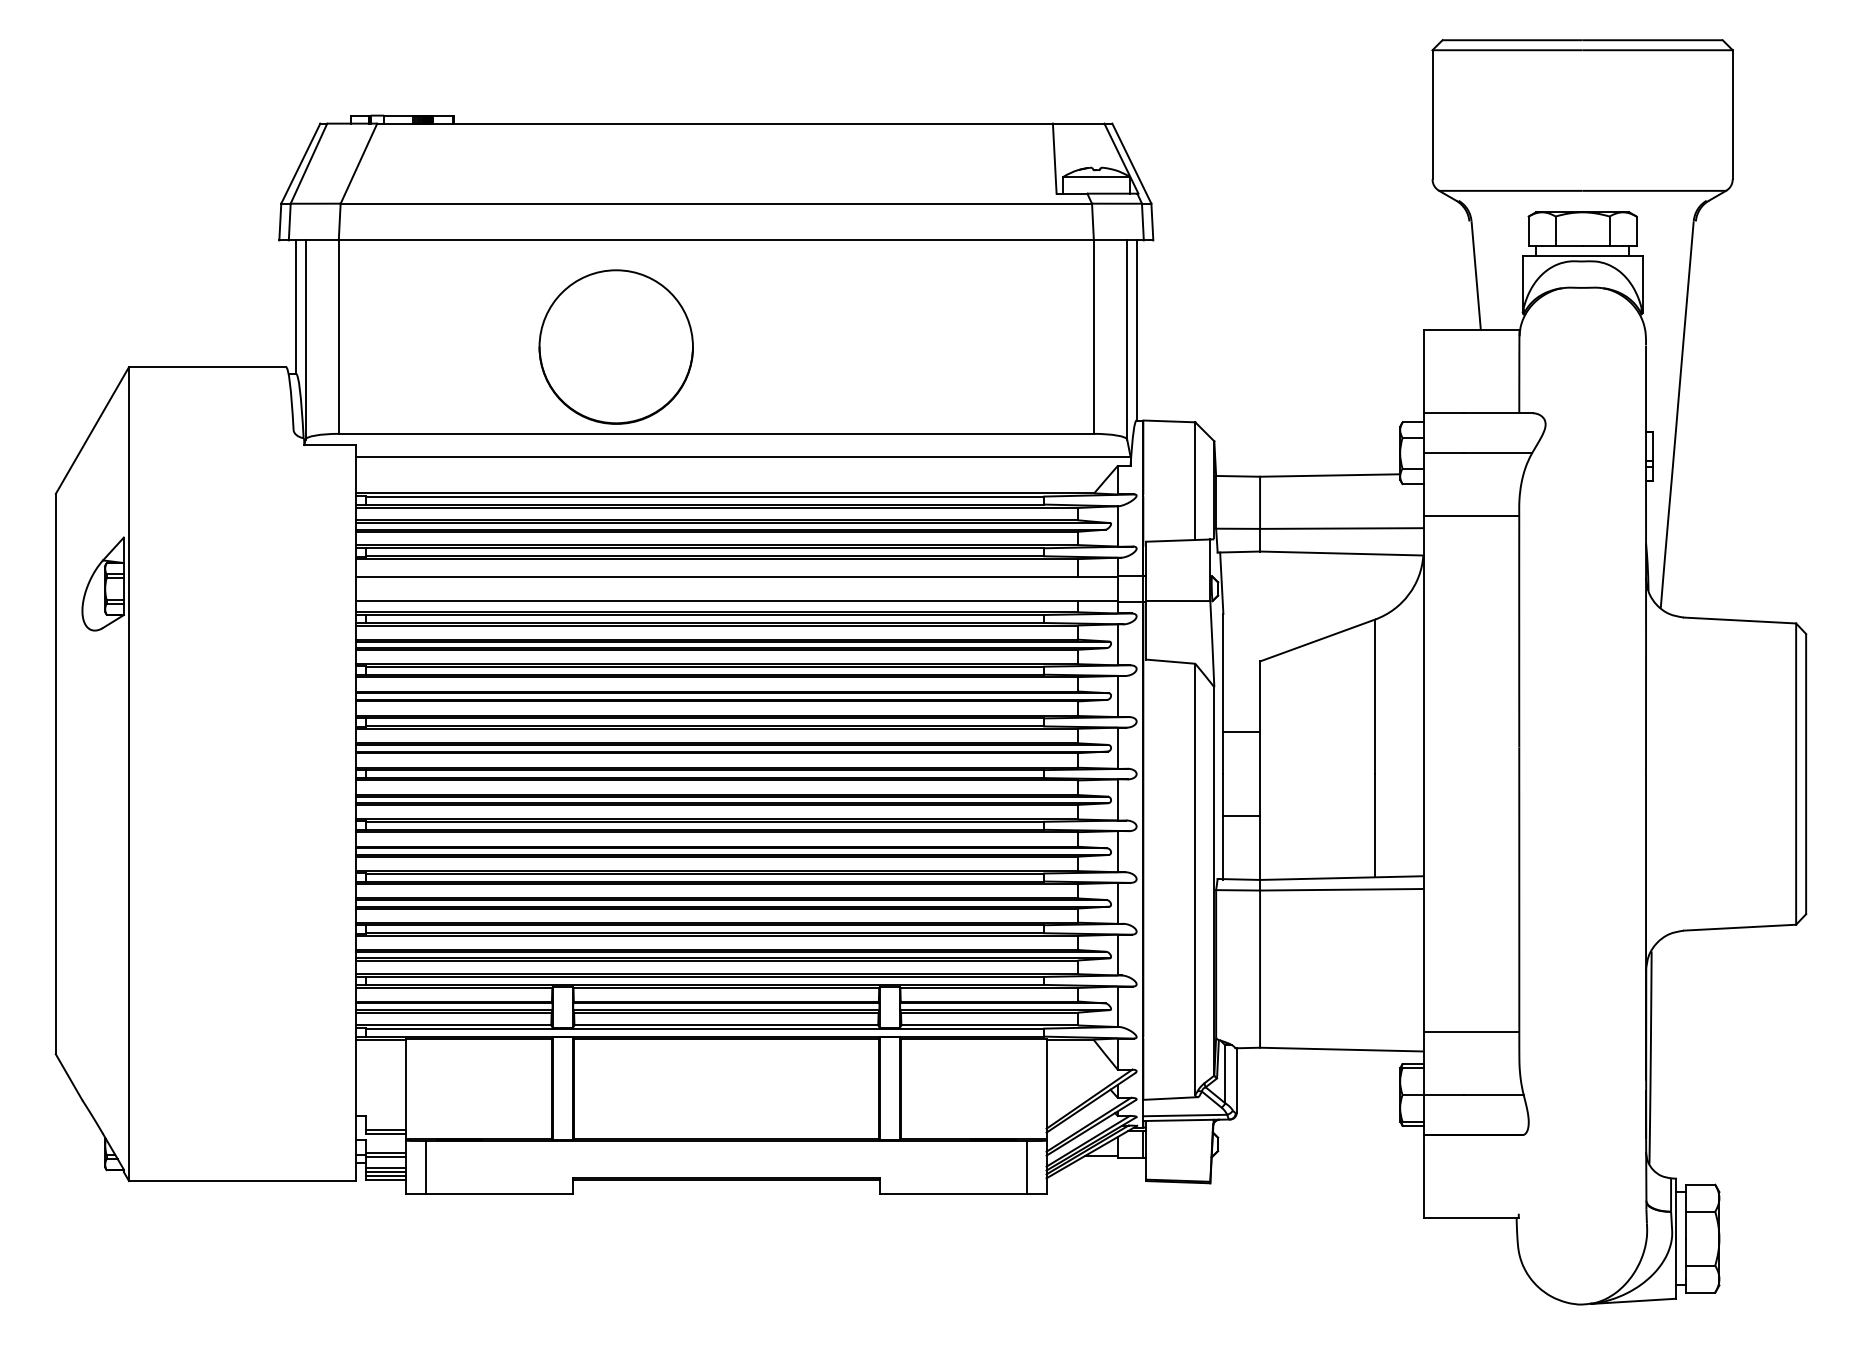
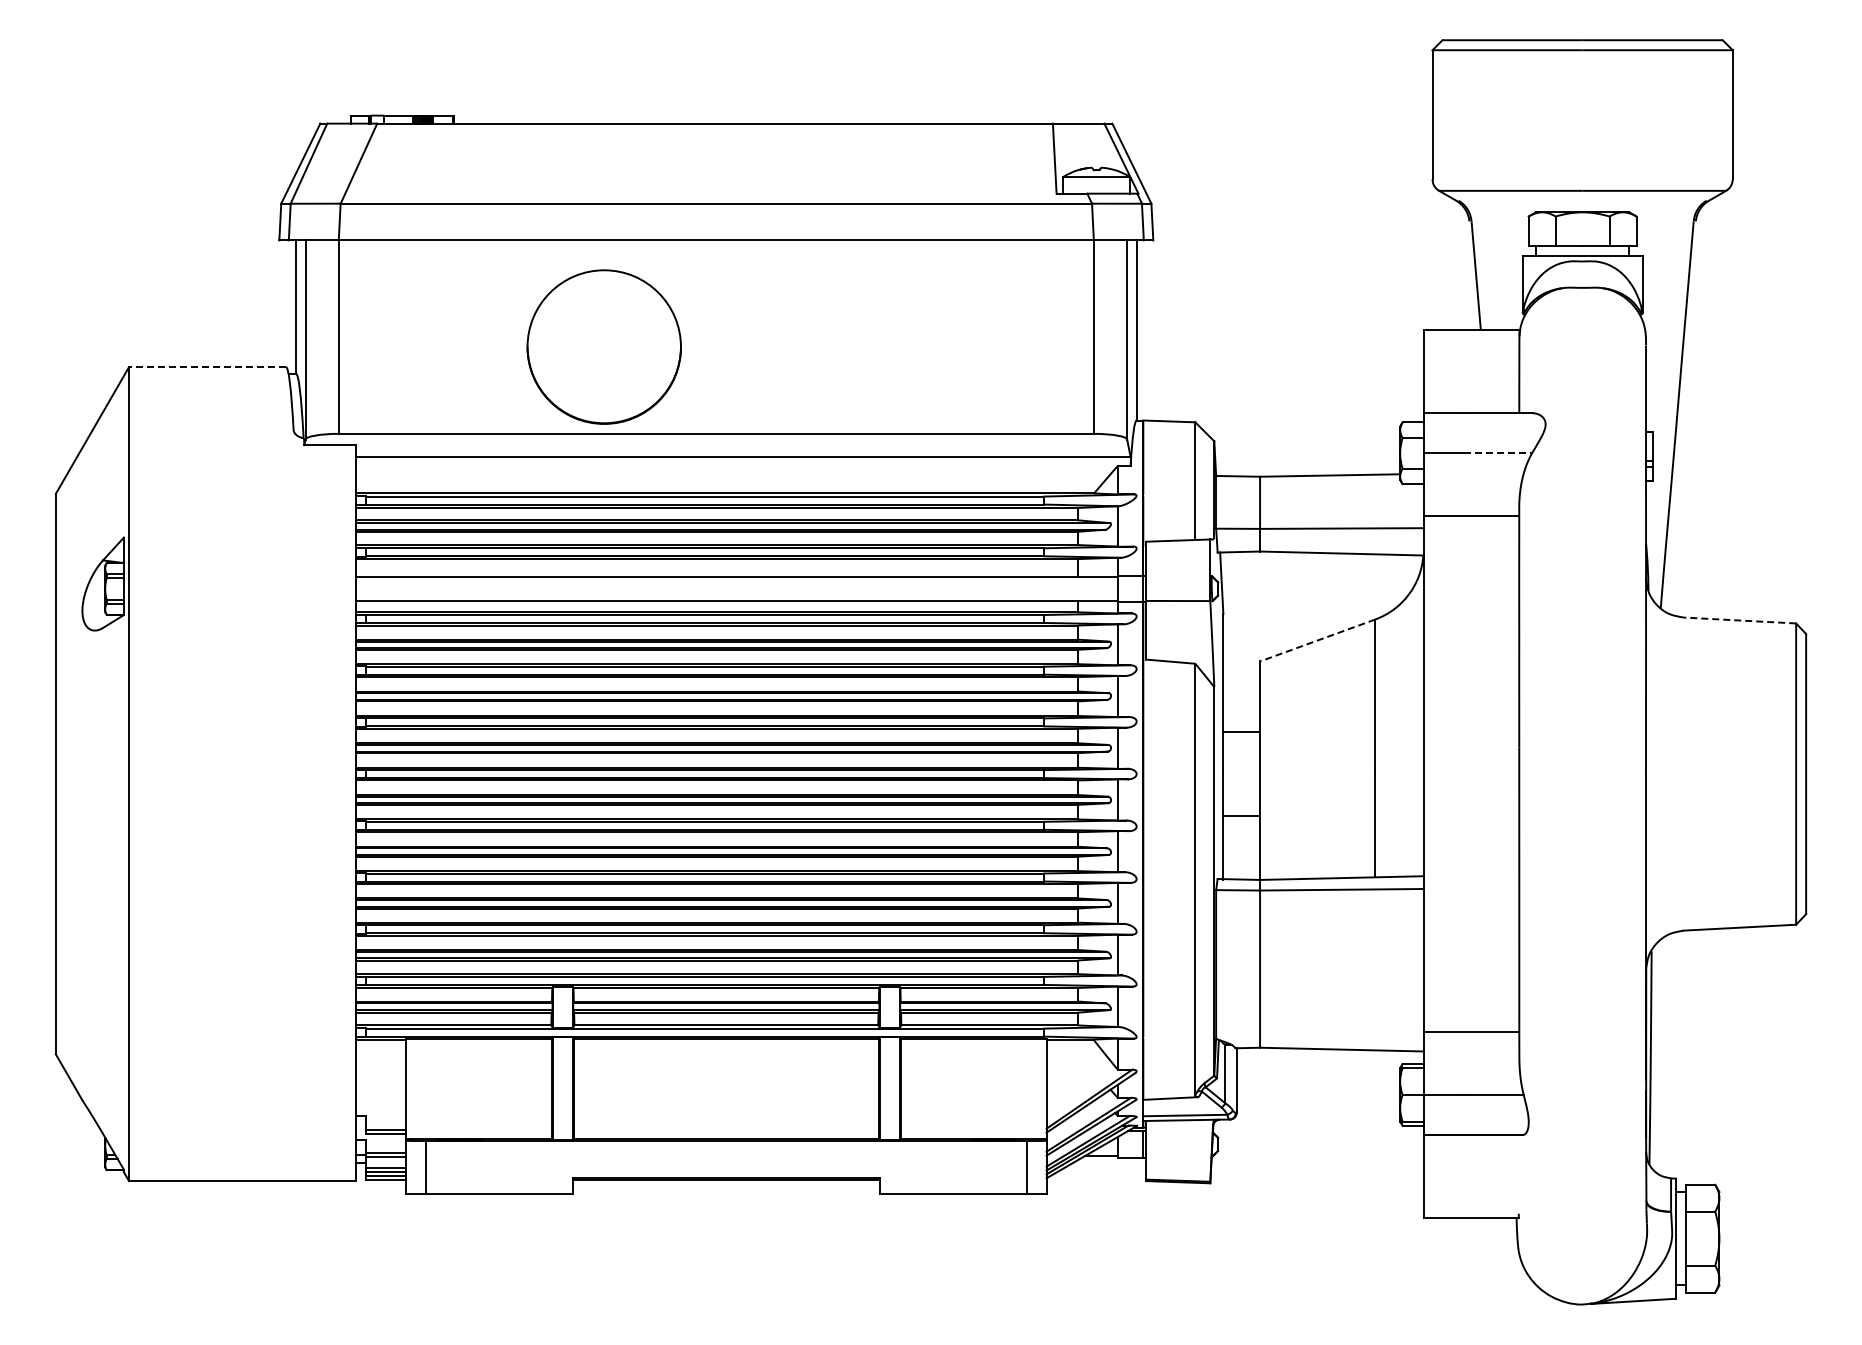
part at (615, 346) position: (615, 346) -> (603, 346)
line at (207, 367): solid -> dashed
line at (1498, 453): solid -> dashed
line at (1739, 620): solid -> dashed
line at (1317, 640): solid -> dashed
